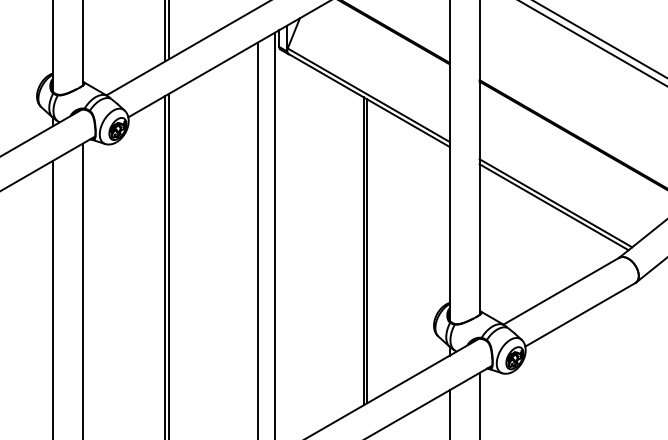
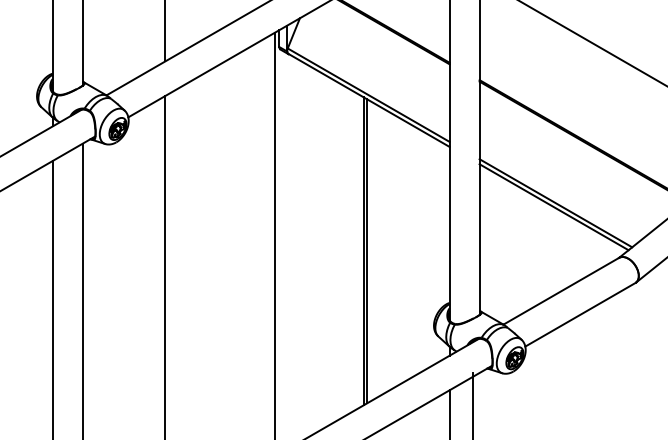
line at (168, 30): present -> none
line at (600, 39): present -> none
line at (257, 239): present -> none
line at (168, 265): present -> none
line at (479, 404) position: (479, 404) -> (472, 404)
